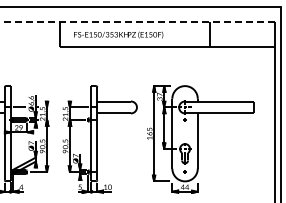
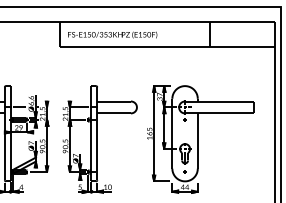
line at (137, 22): dashed -> solid
text at (118, 34) position: (118, 34) -> (112, 34)
